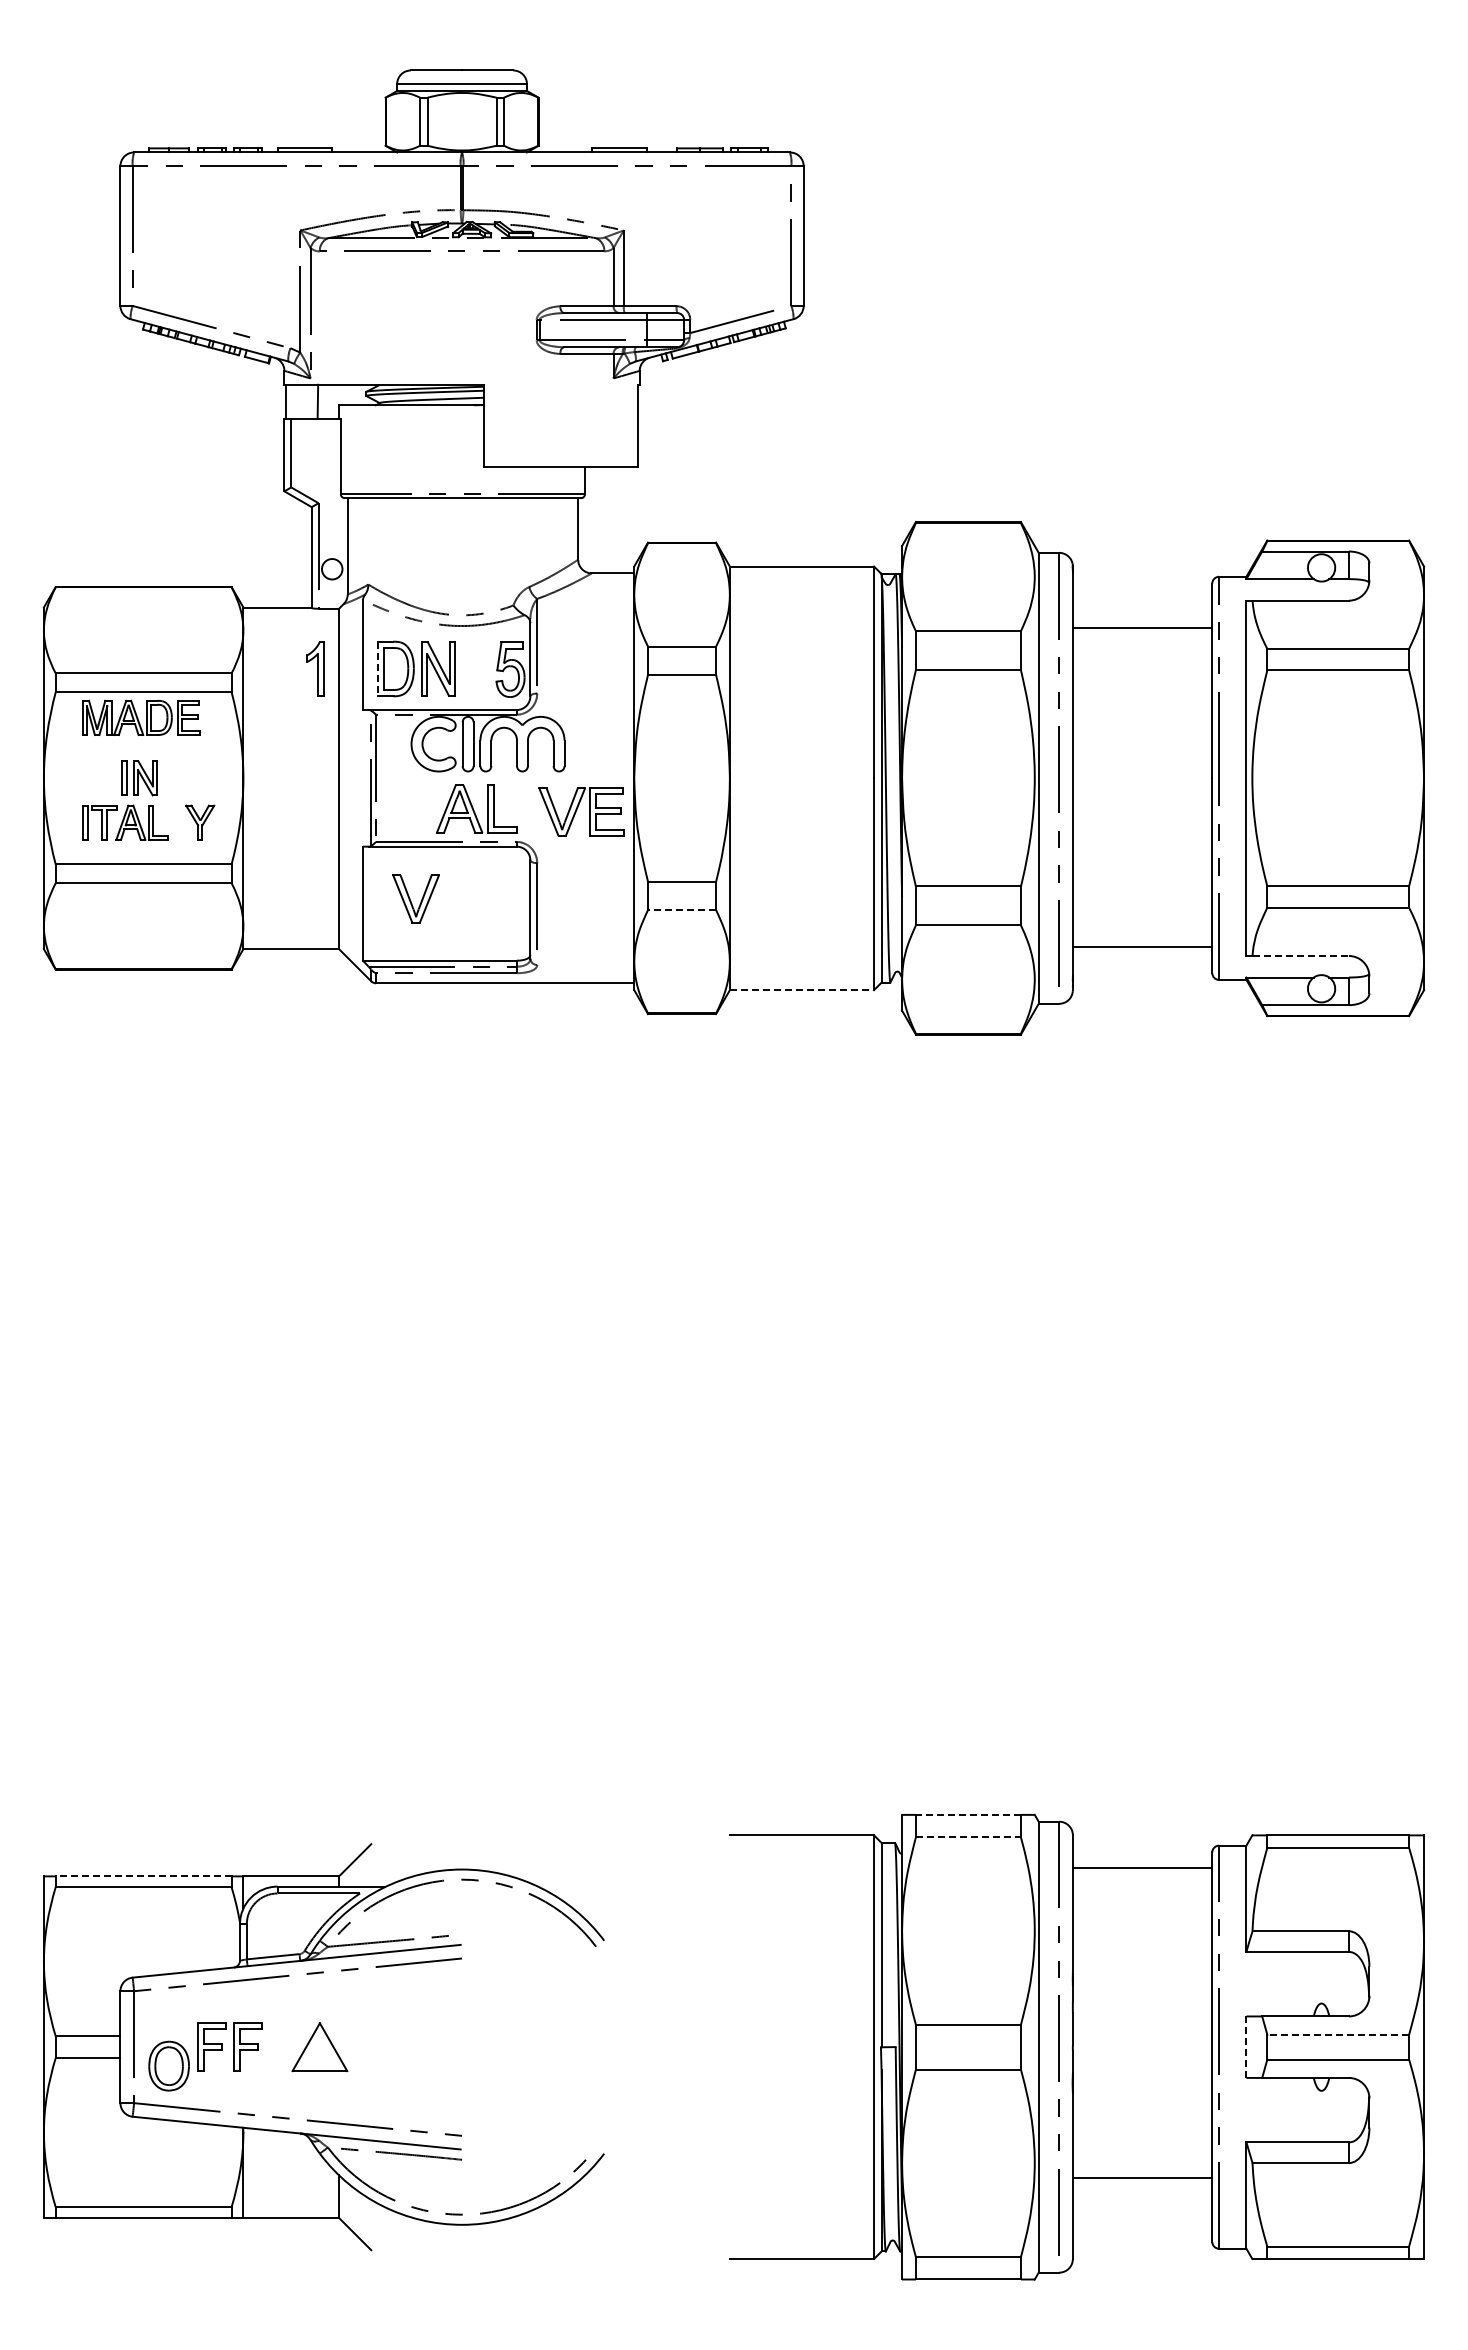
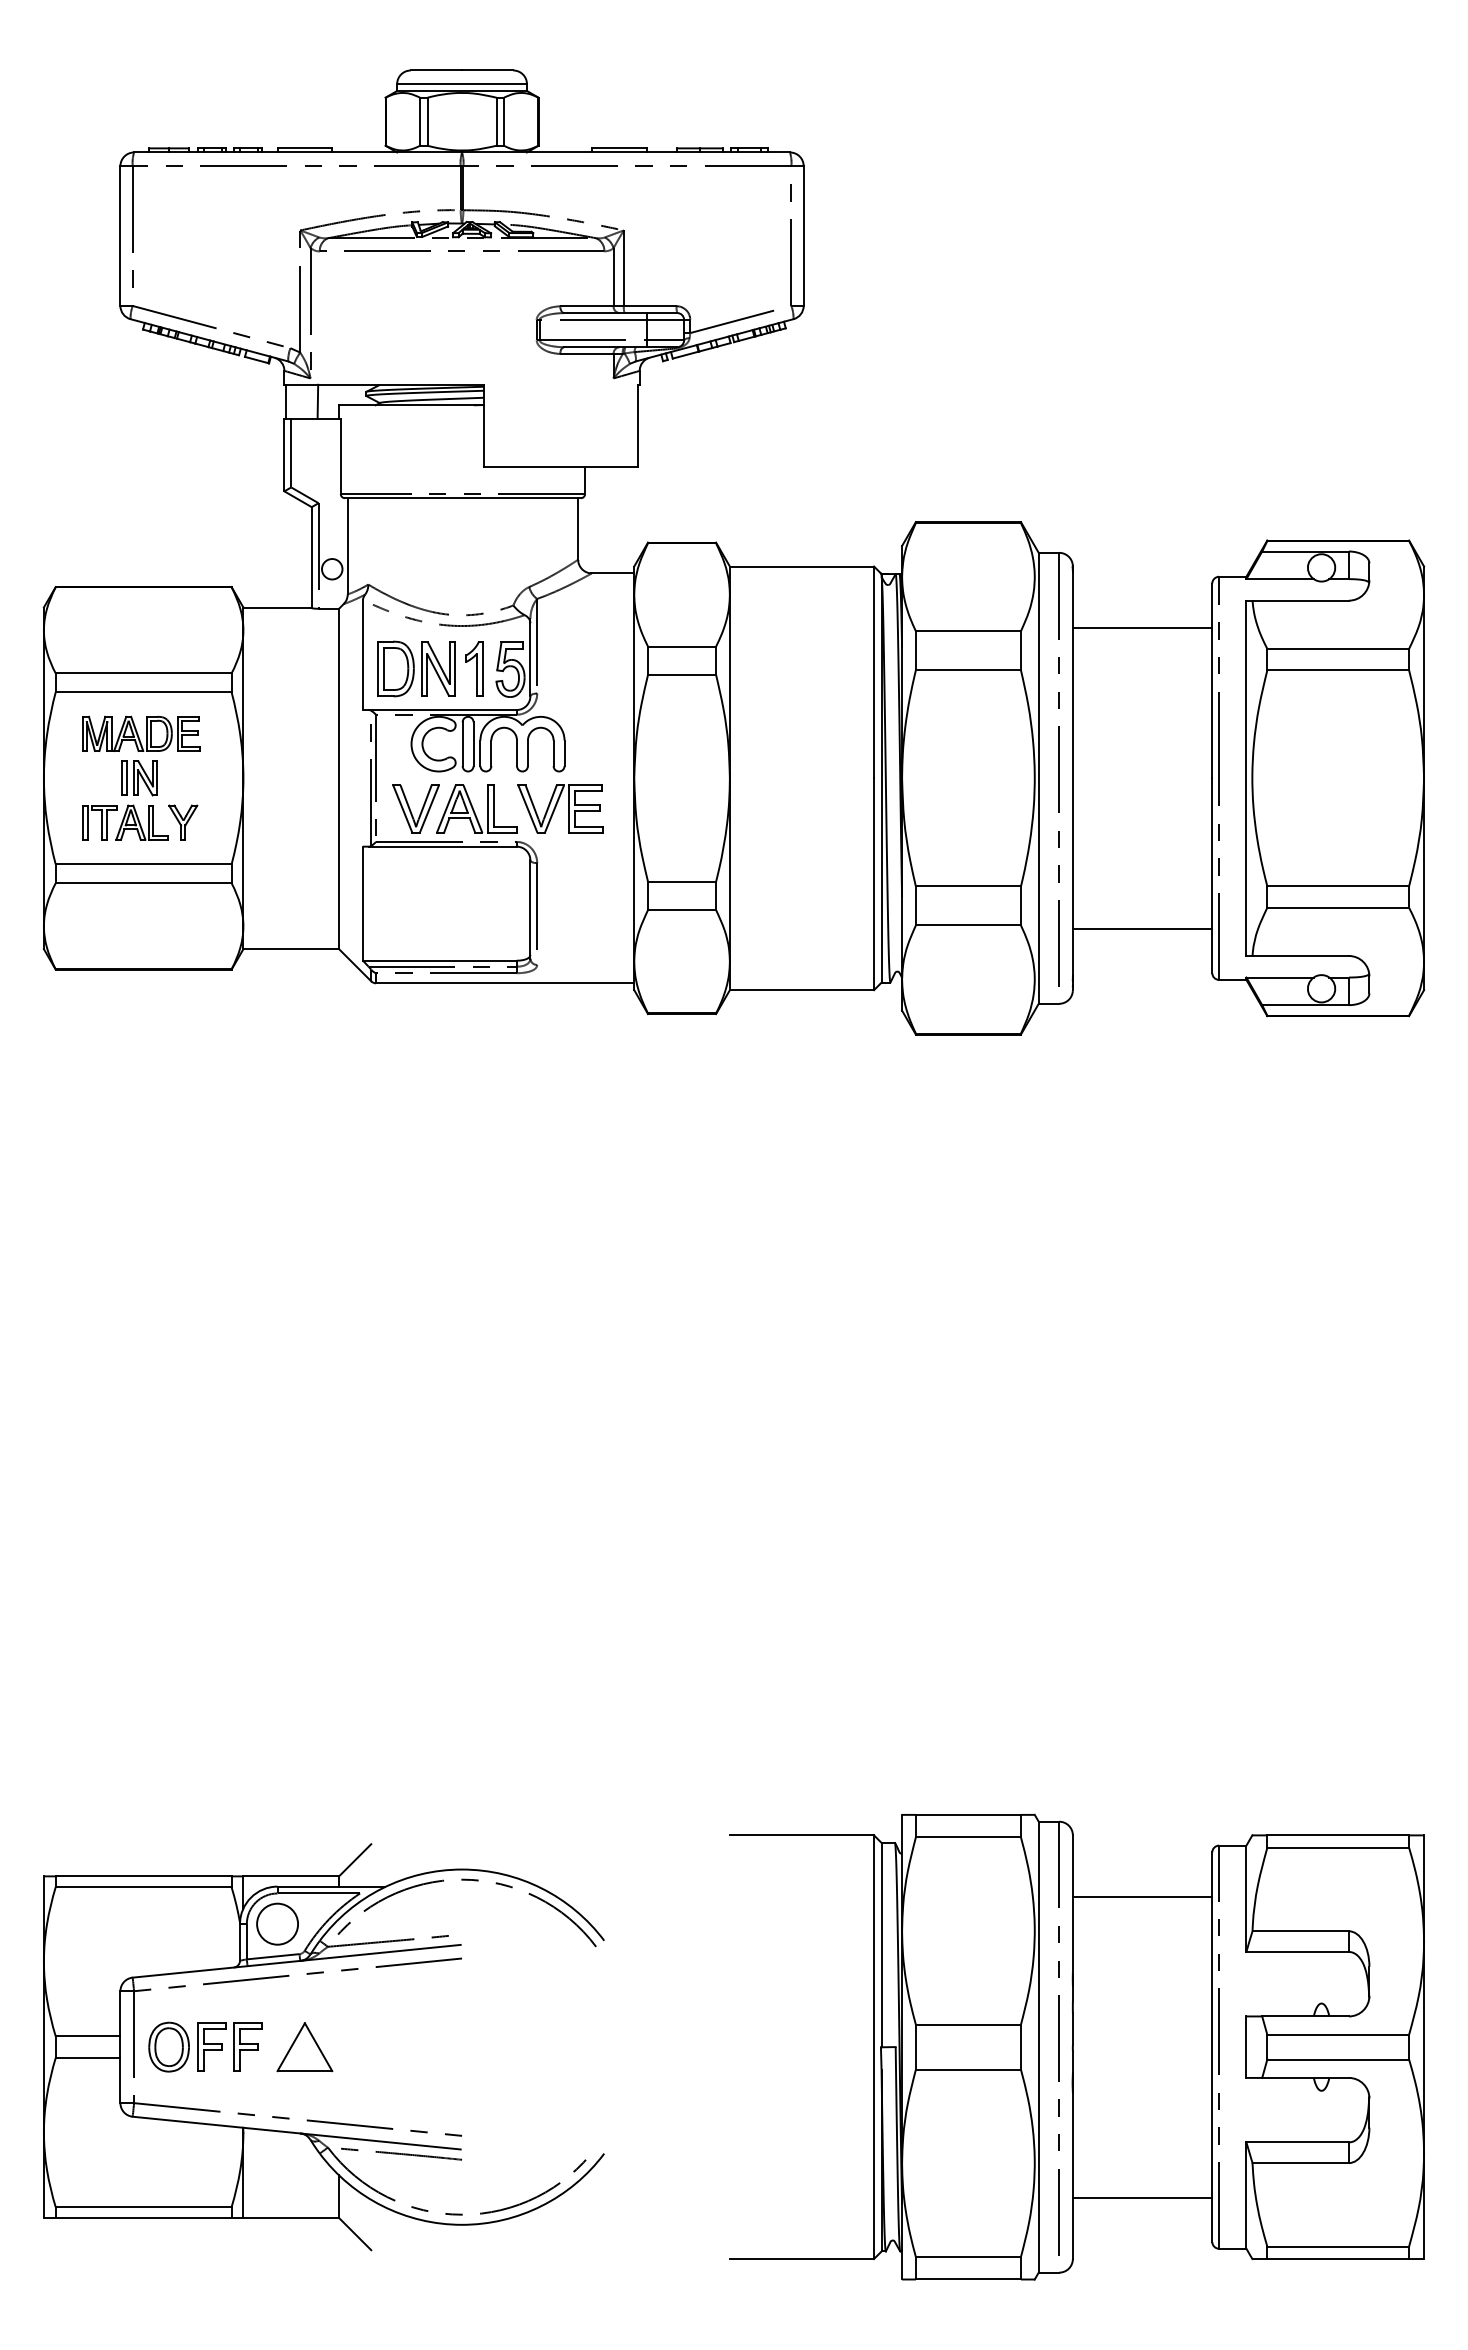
part at (315, 668) position: (315, 668) -> (474, 668)
line at (378, 669): dashed -> solid
part at (141, 717) position: (141, 717) -> (141, 733)
part at (581, 811) position: (581, 811) -> (560, 808)
part at (200, 822) position: (200, 822) -> (183, 822)
part at (415, 898) position: (415, 898) -> (415, 808)
line at (681, 910): dashed -> solid
line at (1142, 946) position: (1142, 946) -> (1142, 928)
line at (1301, 955): dashed -> solid
line at (802, 990): dashed -> solid
line at (968, 1814): dashed -> solid
line at (968, 1837): dashed -> solid
line at (1142, 1867) position: (1142, 1867) -> (1142, 1896)
line at (143, 1876): dashed -> solid
circle at (277, 1923): none -> present
line at (1338, 2034): dashed -> solid
part at (319, 2047) position: (319, 2047) -> (304, 2047)
line at (1246, 2047): dashed -> solid
part at (168, 2065) position: (168, 2065) -> (168, 2046)
line at (1142, 2177) position: (1142, 2177) -> (1142, 2197)
